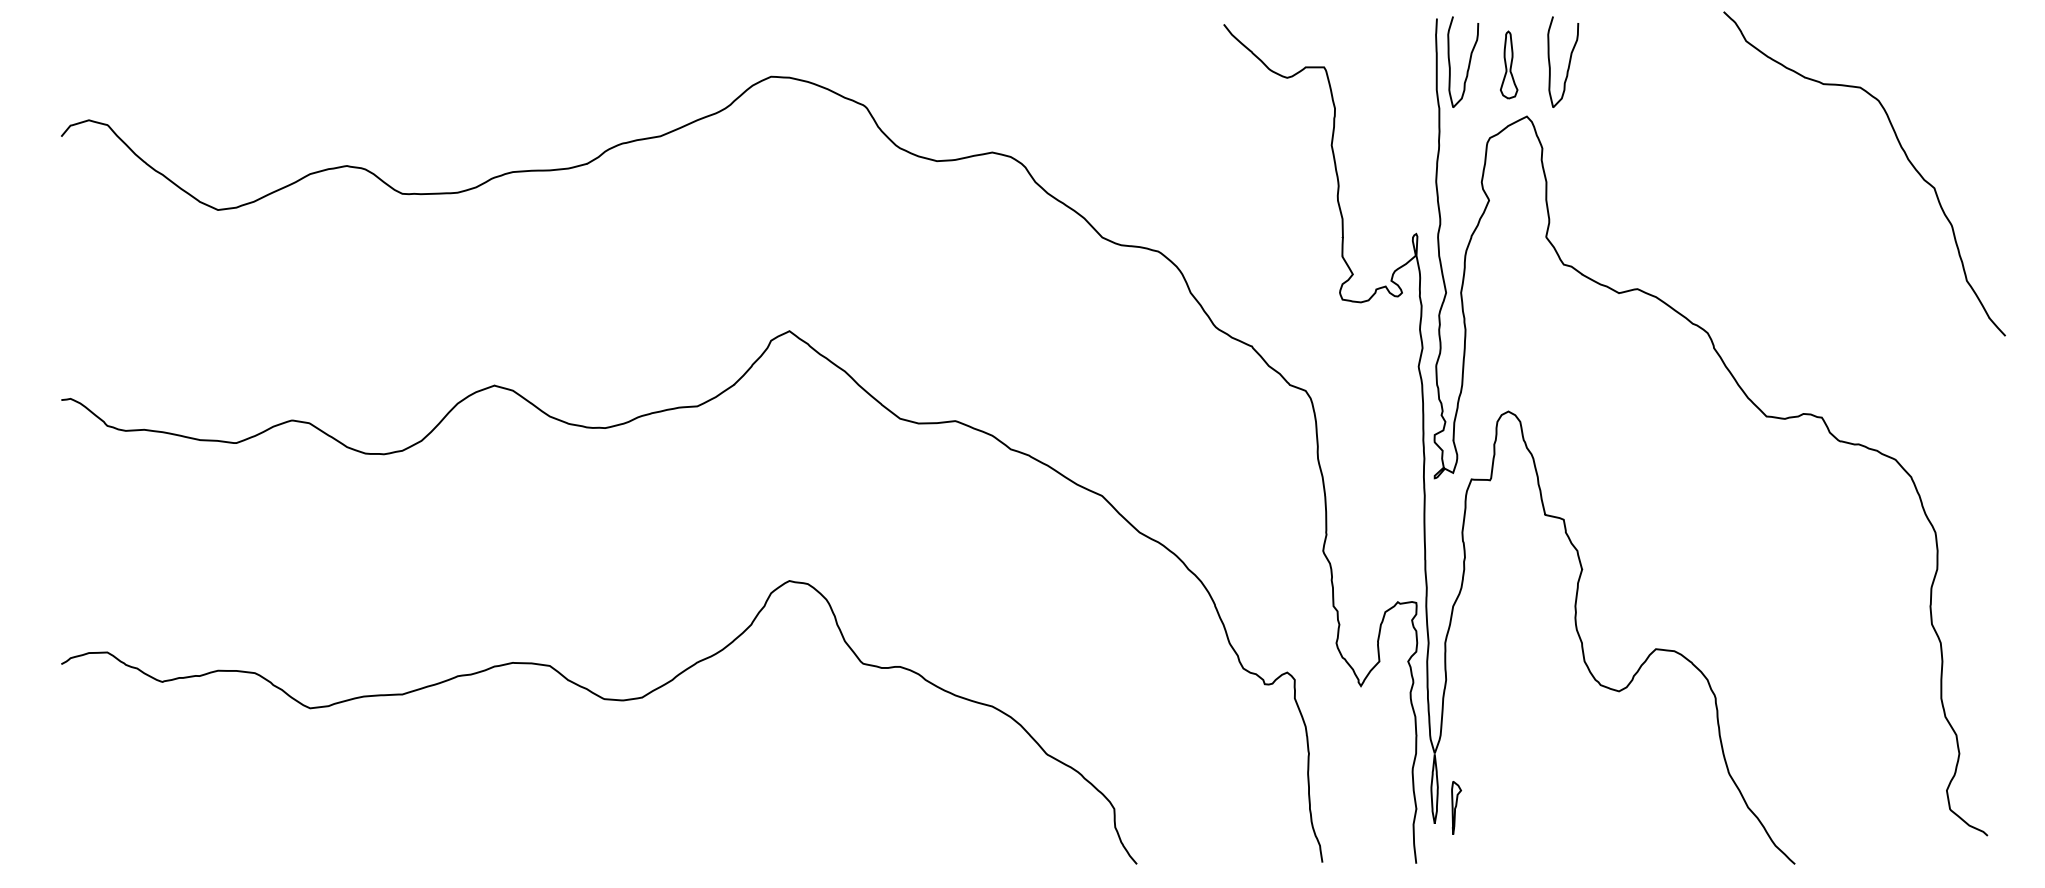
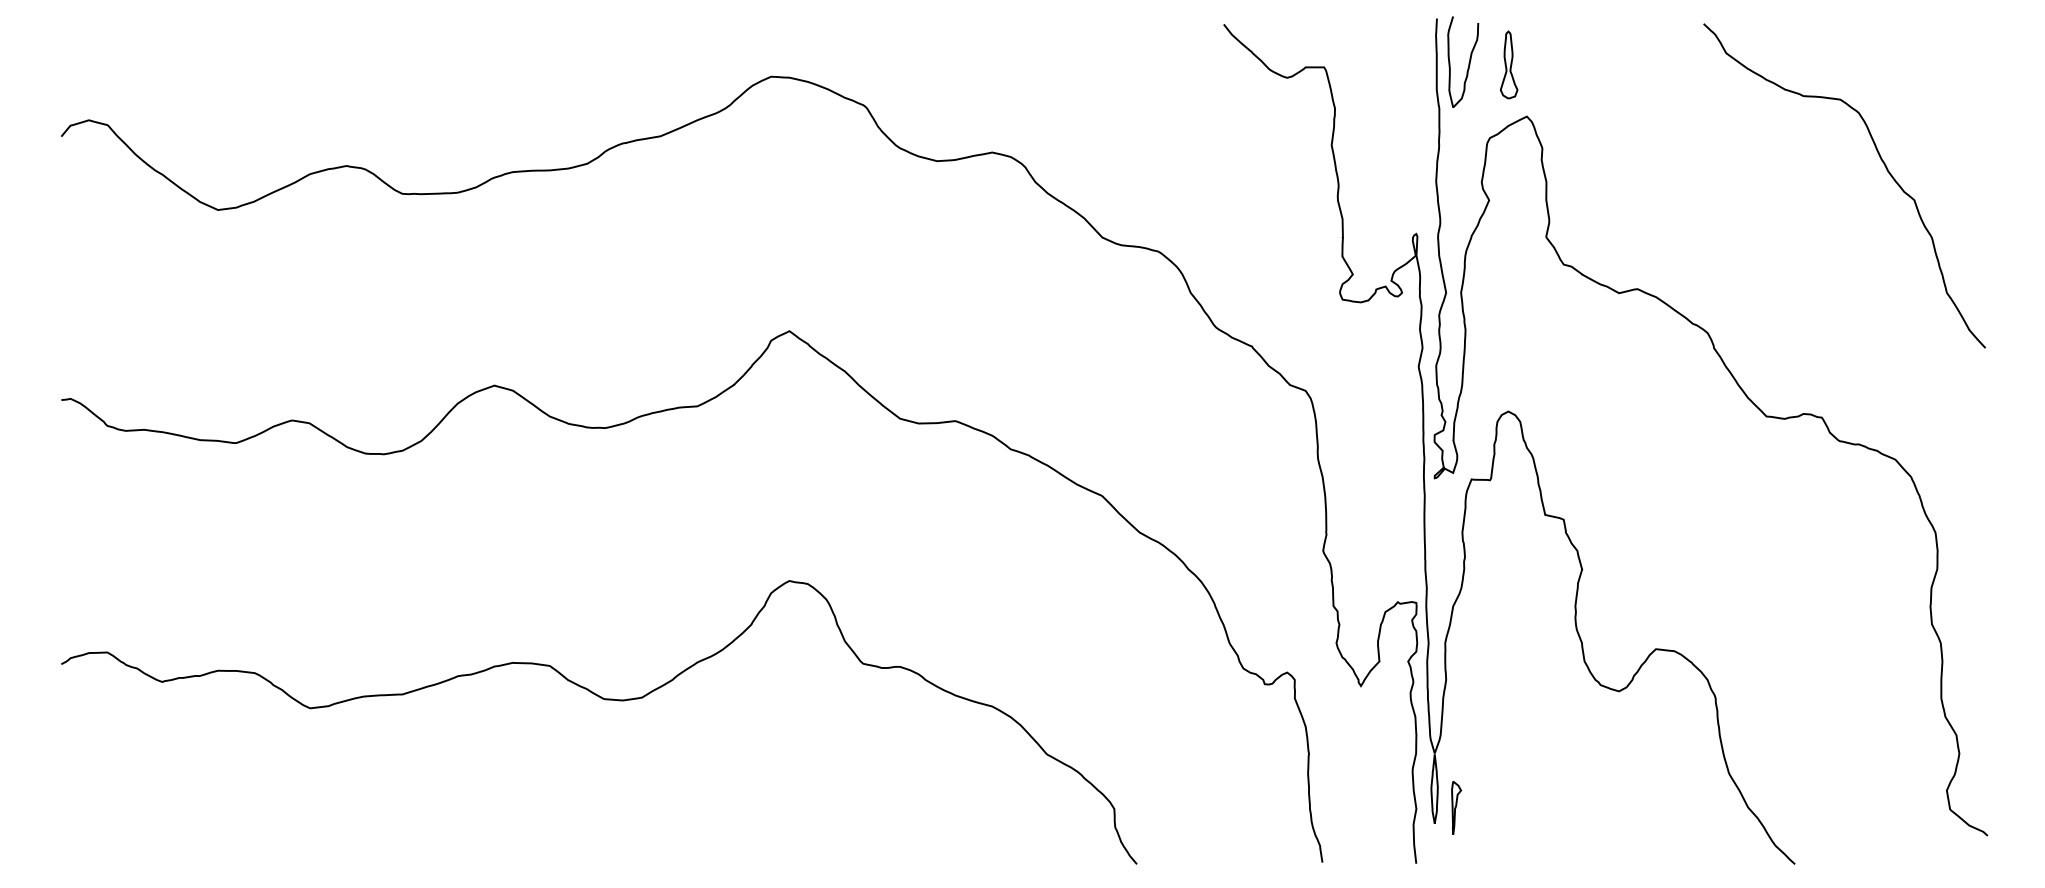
curve at (1568, 62): present -> none
curve at (1901, 149) position: (1901, 149) -> (1881, 161)
